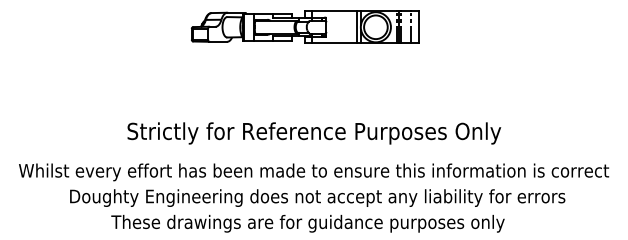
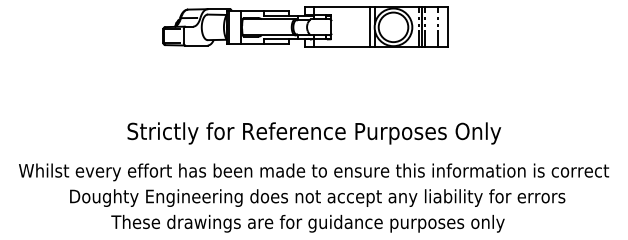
part at (304, 26) size: 230x34 px -> 287x42 px
